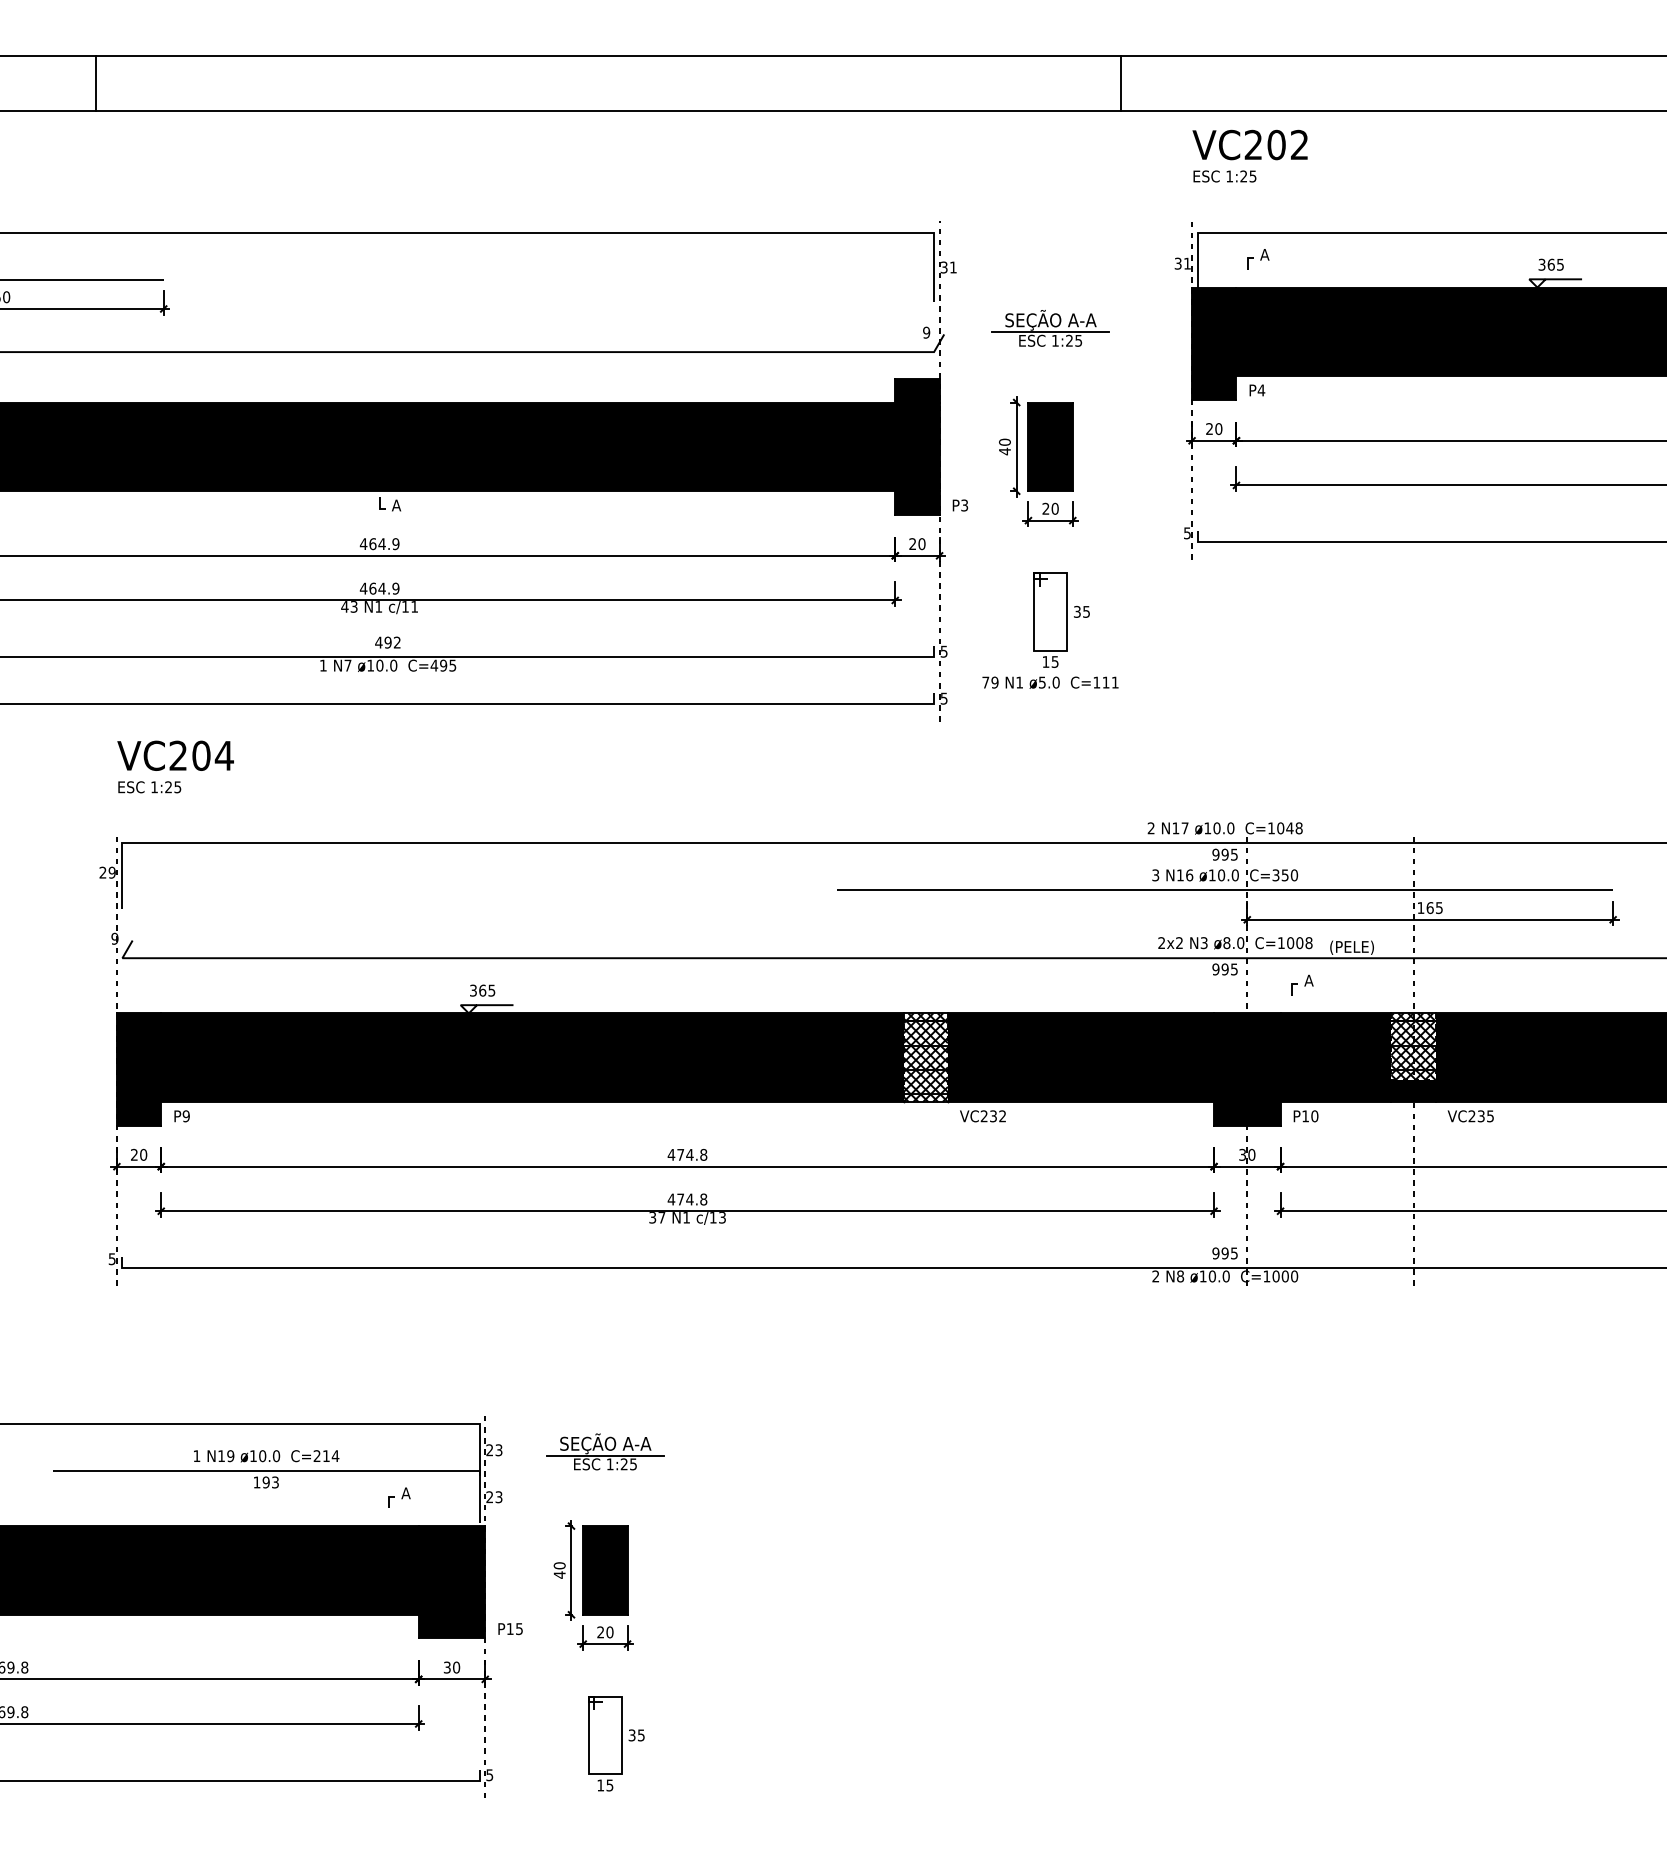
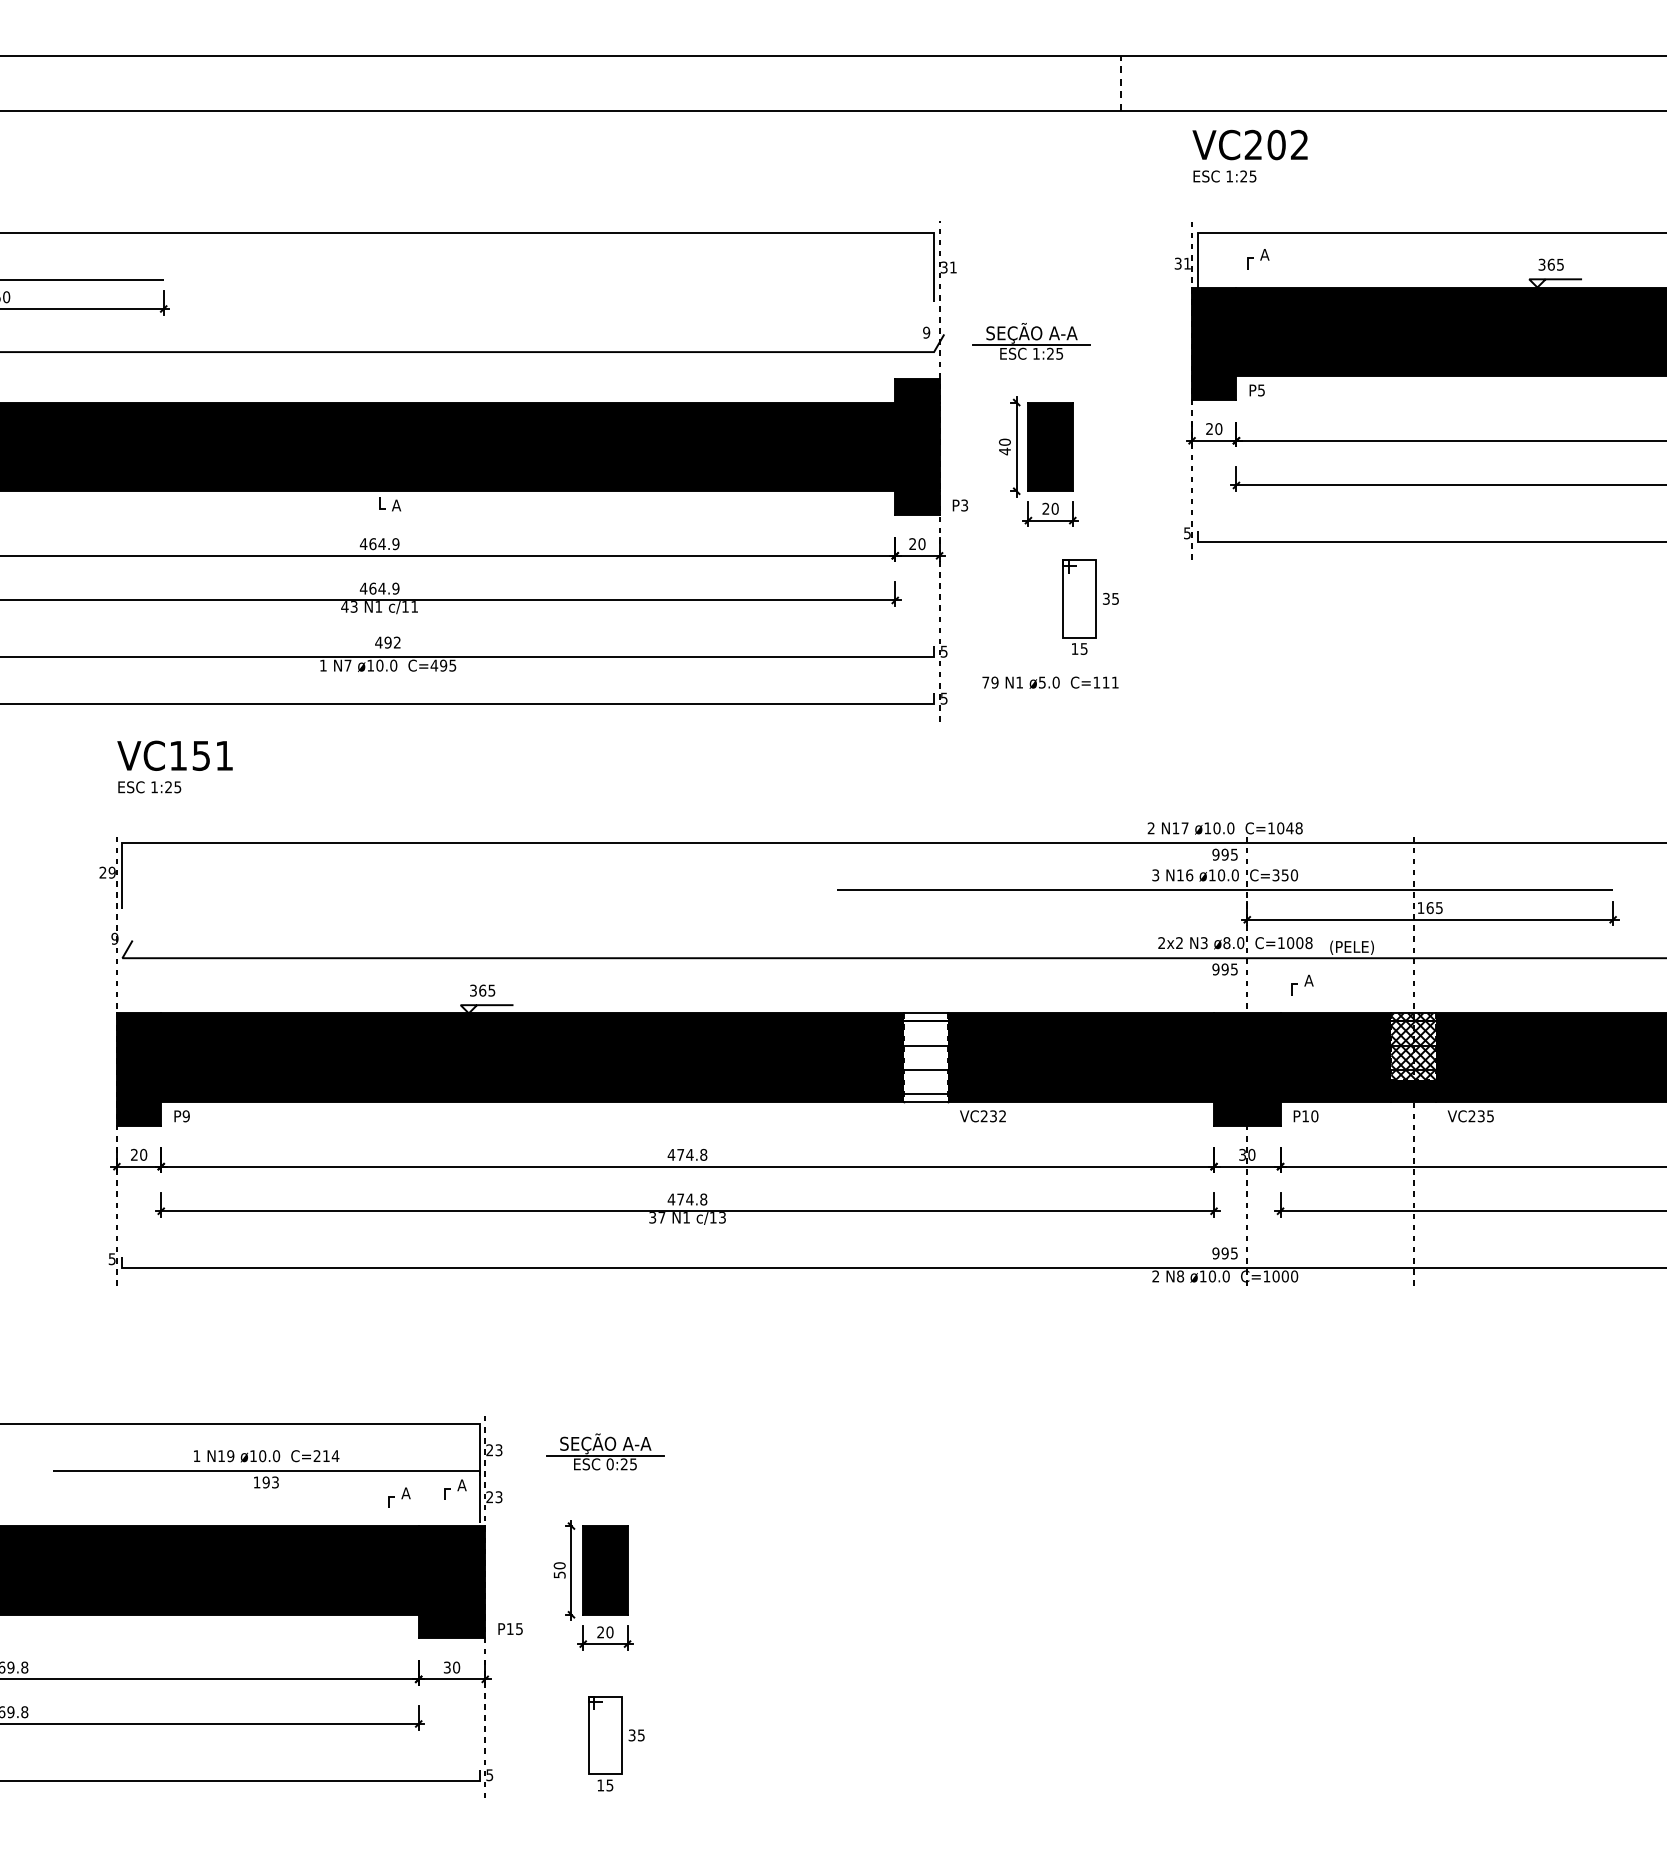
line at (95, 83): present -> none
line at (1121, 83): solid -> dashed
part at (1050, 328) position: (1050, 328) -> (1031, 341)
text at (1261, 390): P4 -> P5
part at (1061, 619) position: (1061, 619) -> (1090, 606)
text at (201, 755): VC204 -> VC151
hatch at (925, 1057): present -> none
text at (609, 1464): 1:25 -> 0:25
part at (455, 1489): none -> present
text at (559, 1574): 40 -> 50
